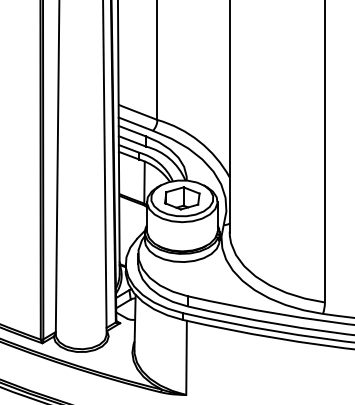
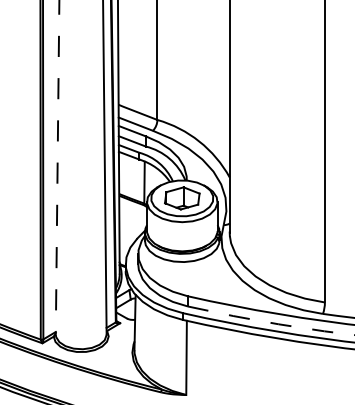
line at (57, 167): solid -> dashed
arc at (271, 322): solid -> dashed
